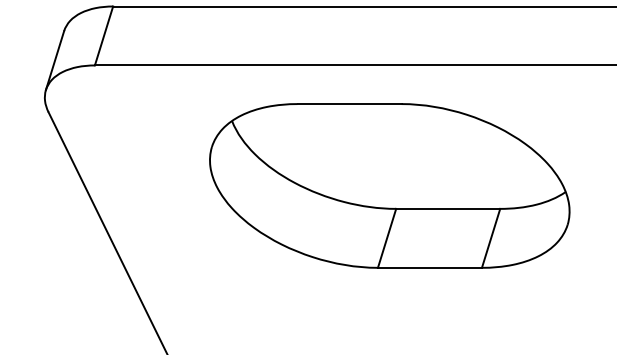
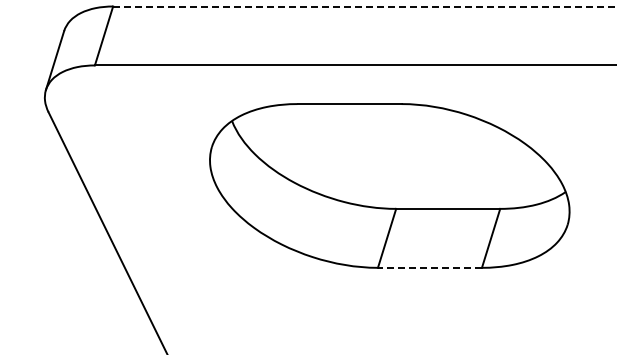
line at (364, 6): solid -> dashed
line at (429, 267): solid -> dashed
